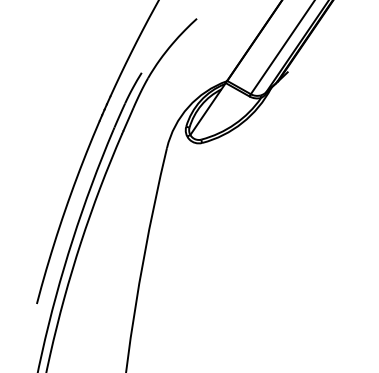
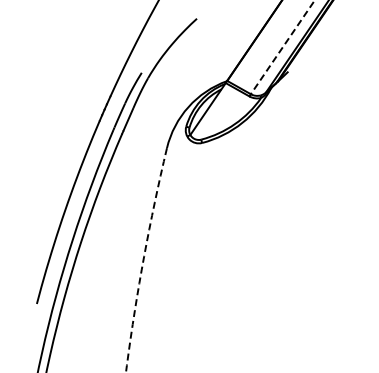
line at (282, 47): solid -> dashed
arc at (143, 260): solid -> dashed
